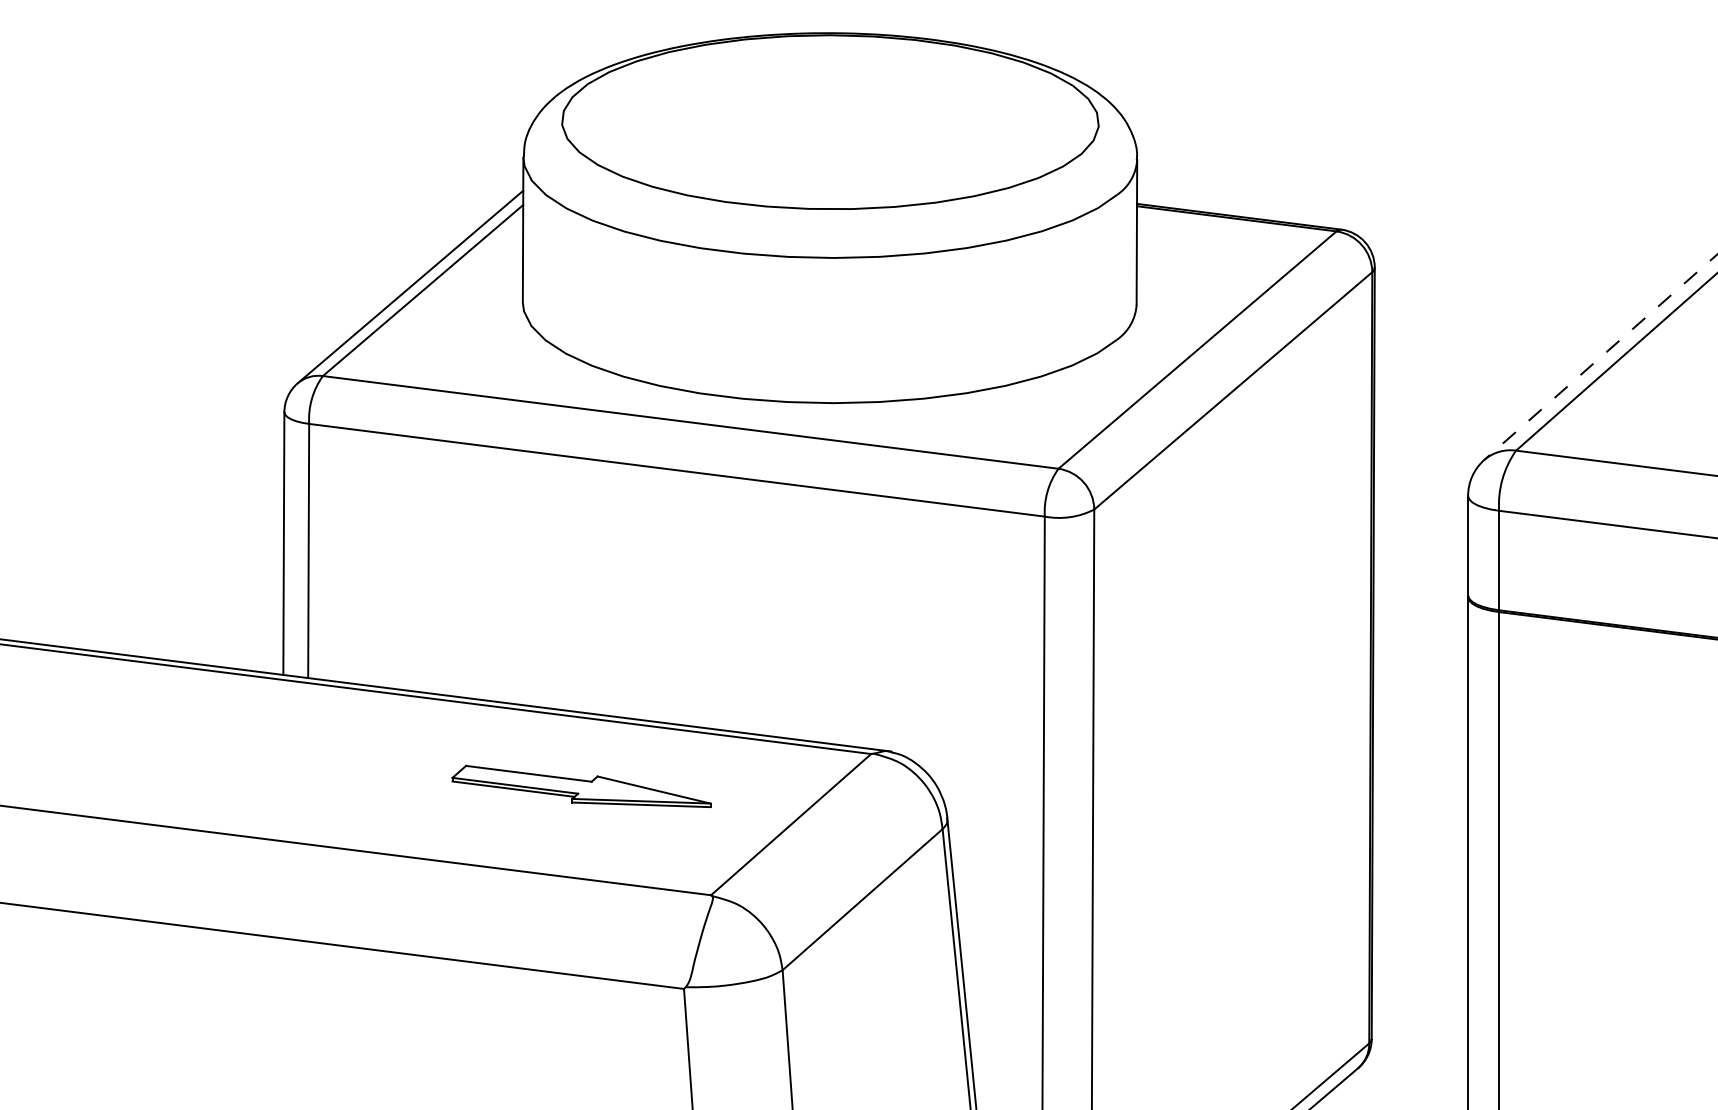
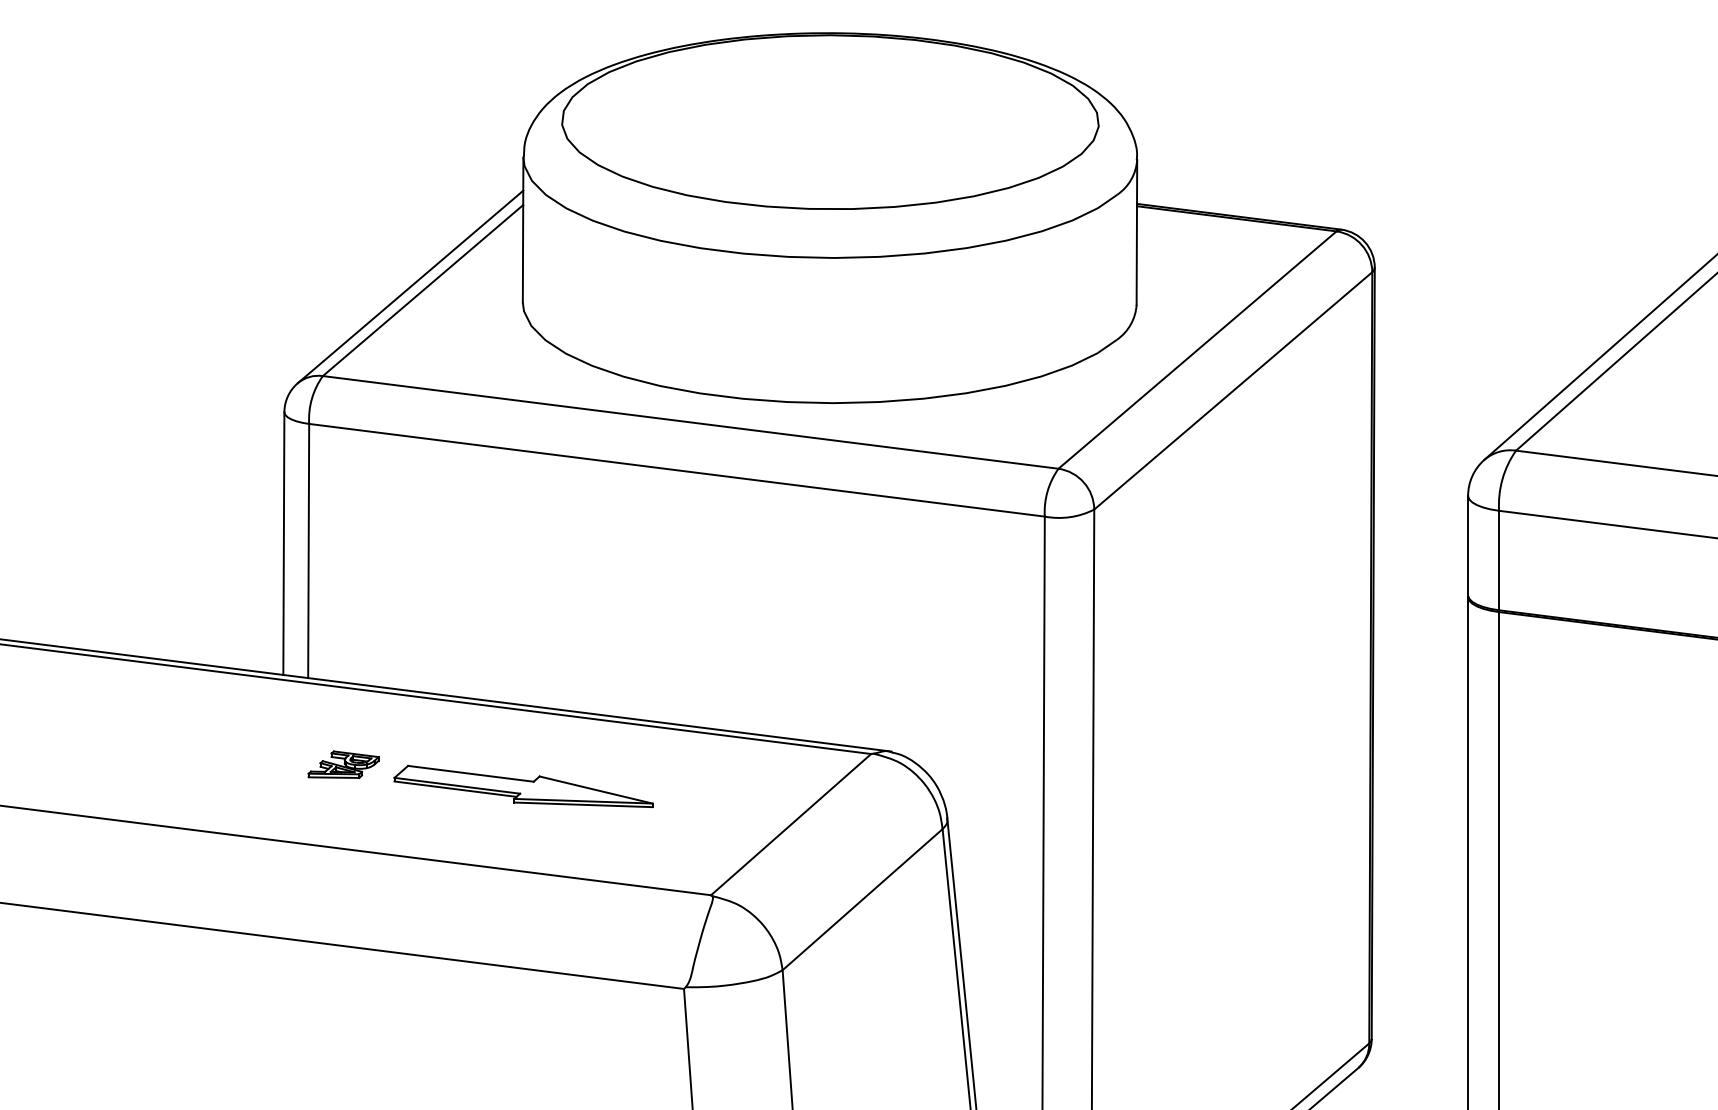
line at (1600, 357): dashed -> solid
part at (343, 764): none -> present
part at (581, 785) position: (581, 785) -> (523, 785)
